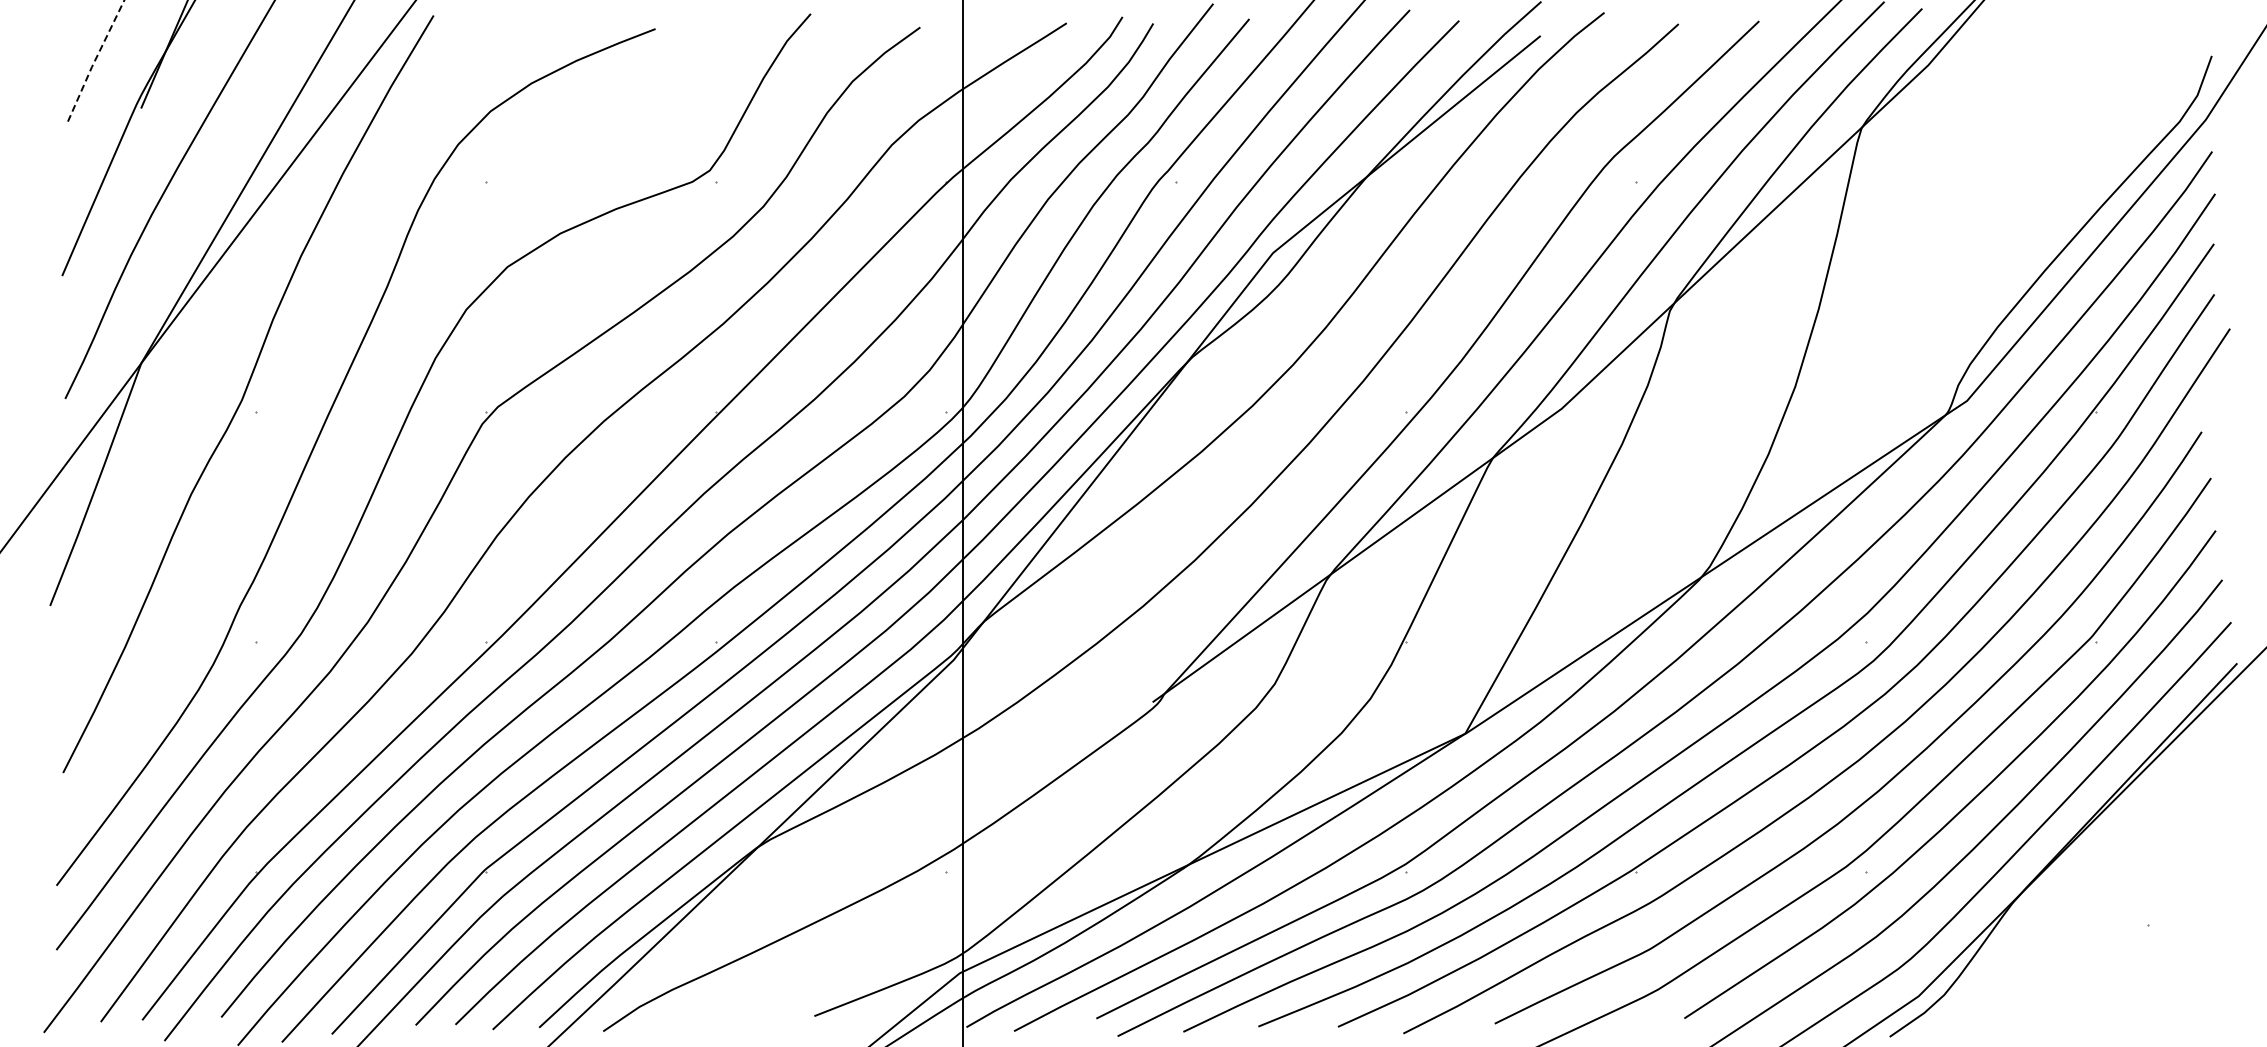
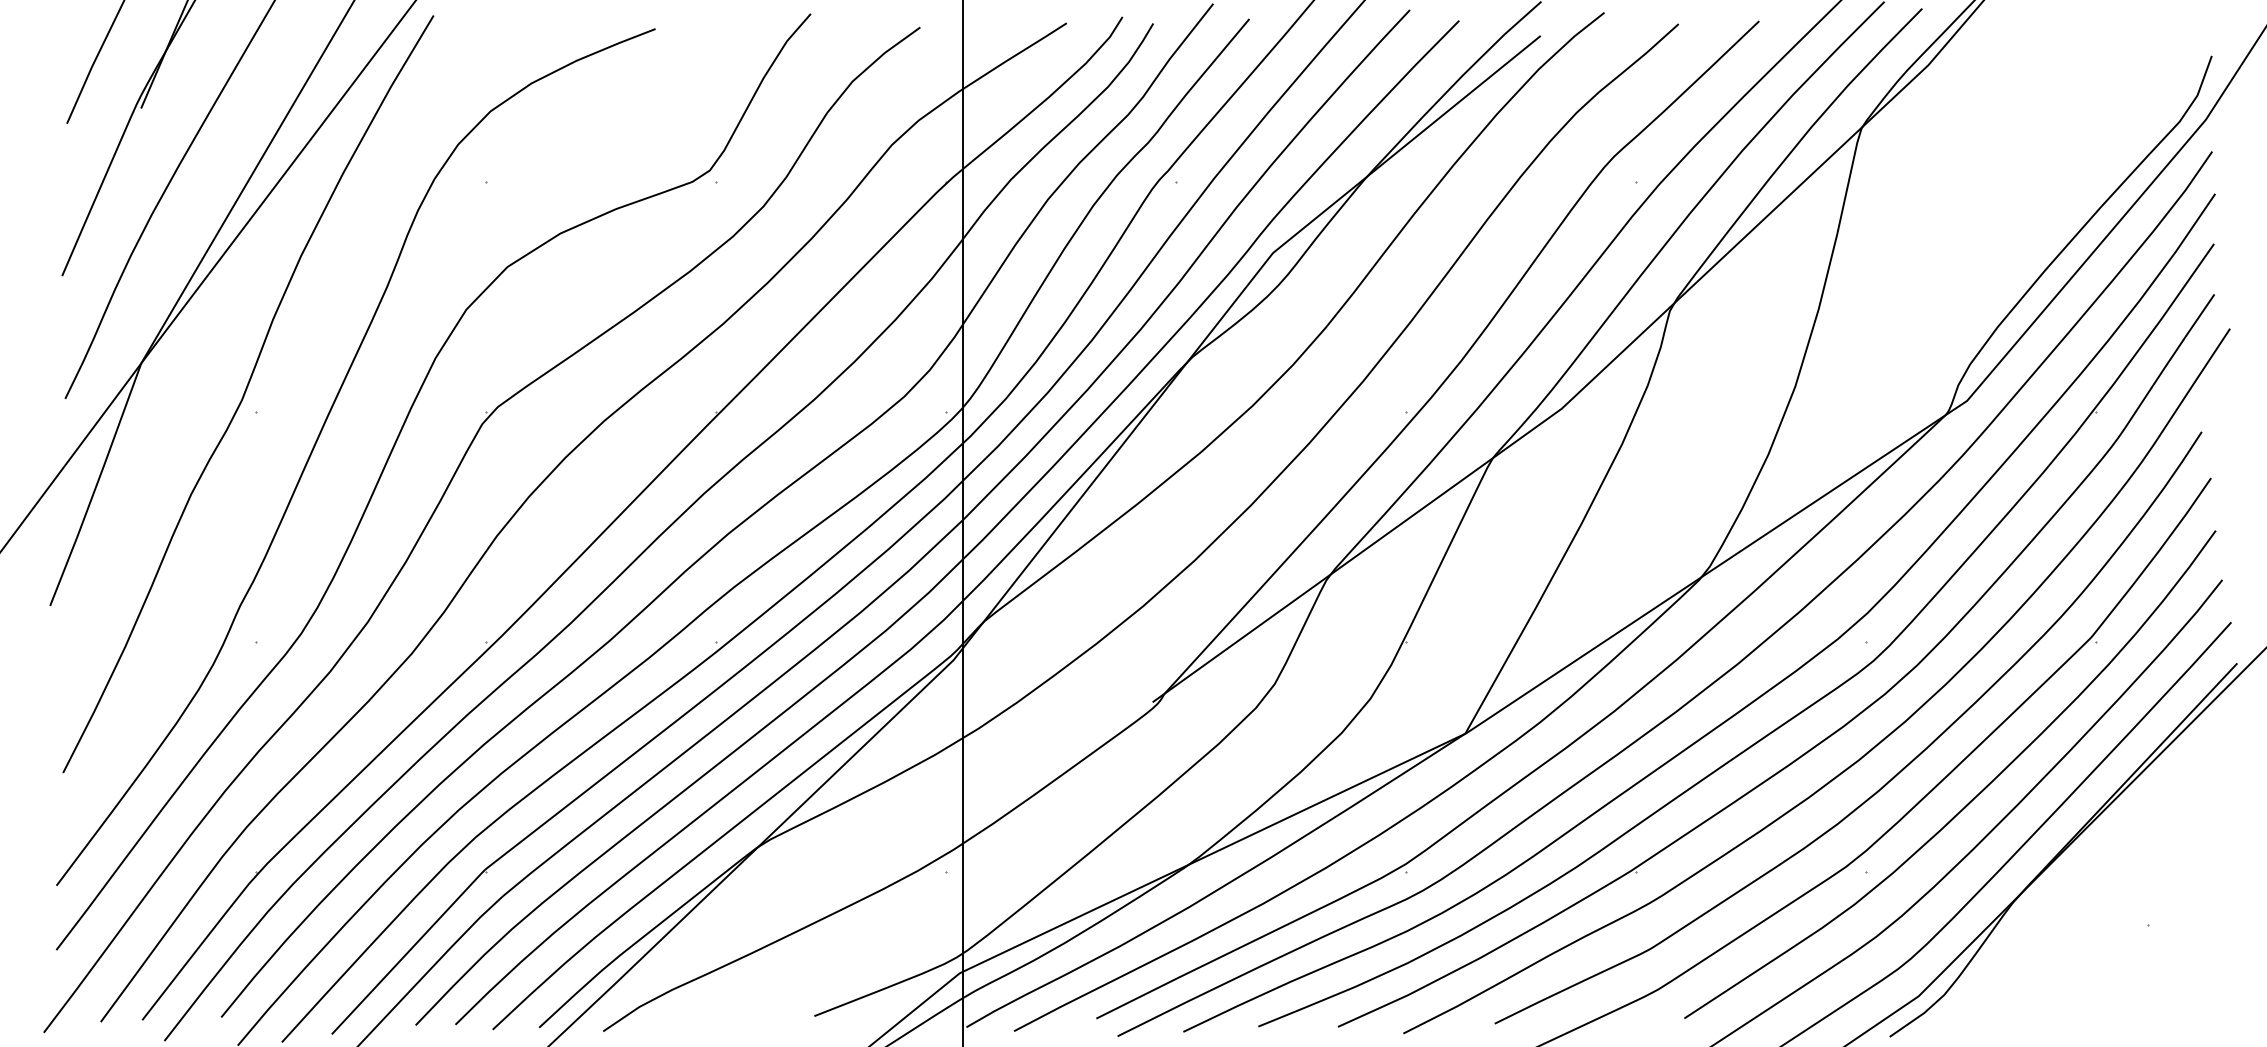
line at (94, 61): dashed -> solid
